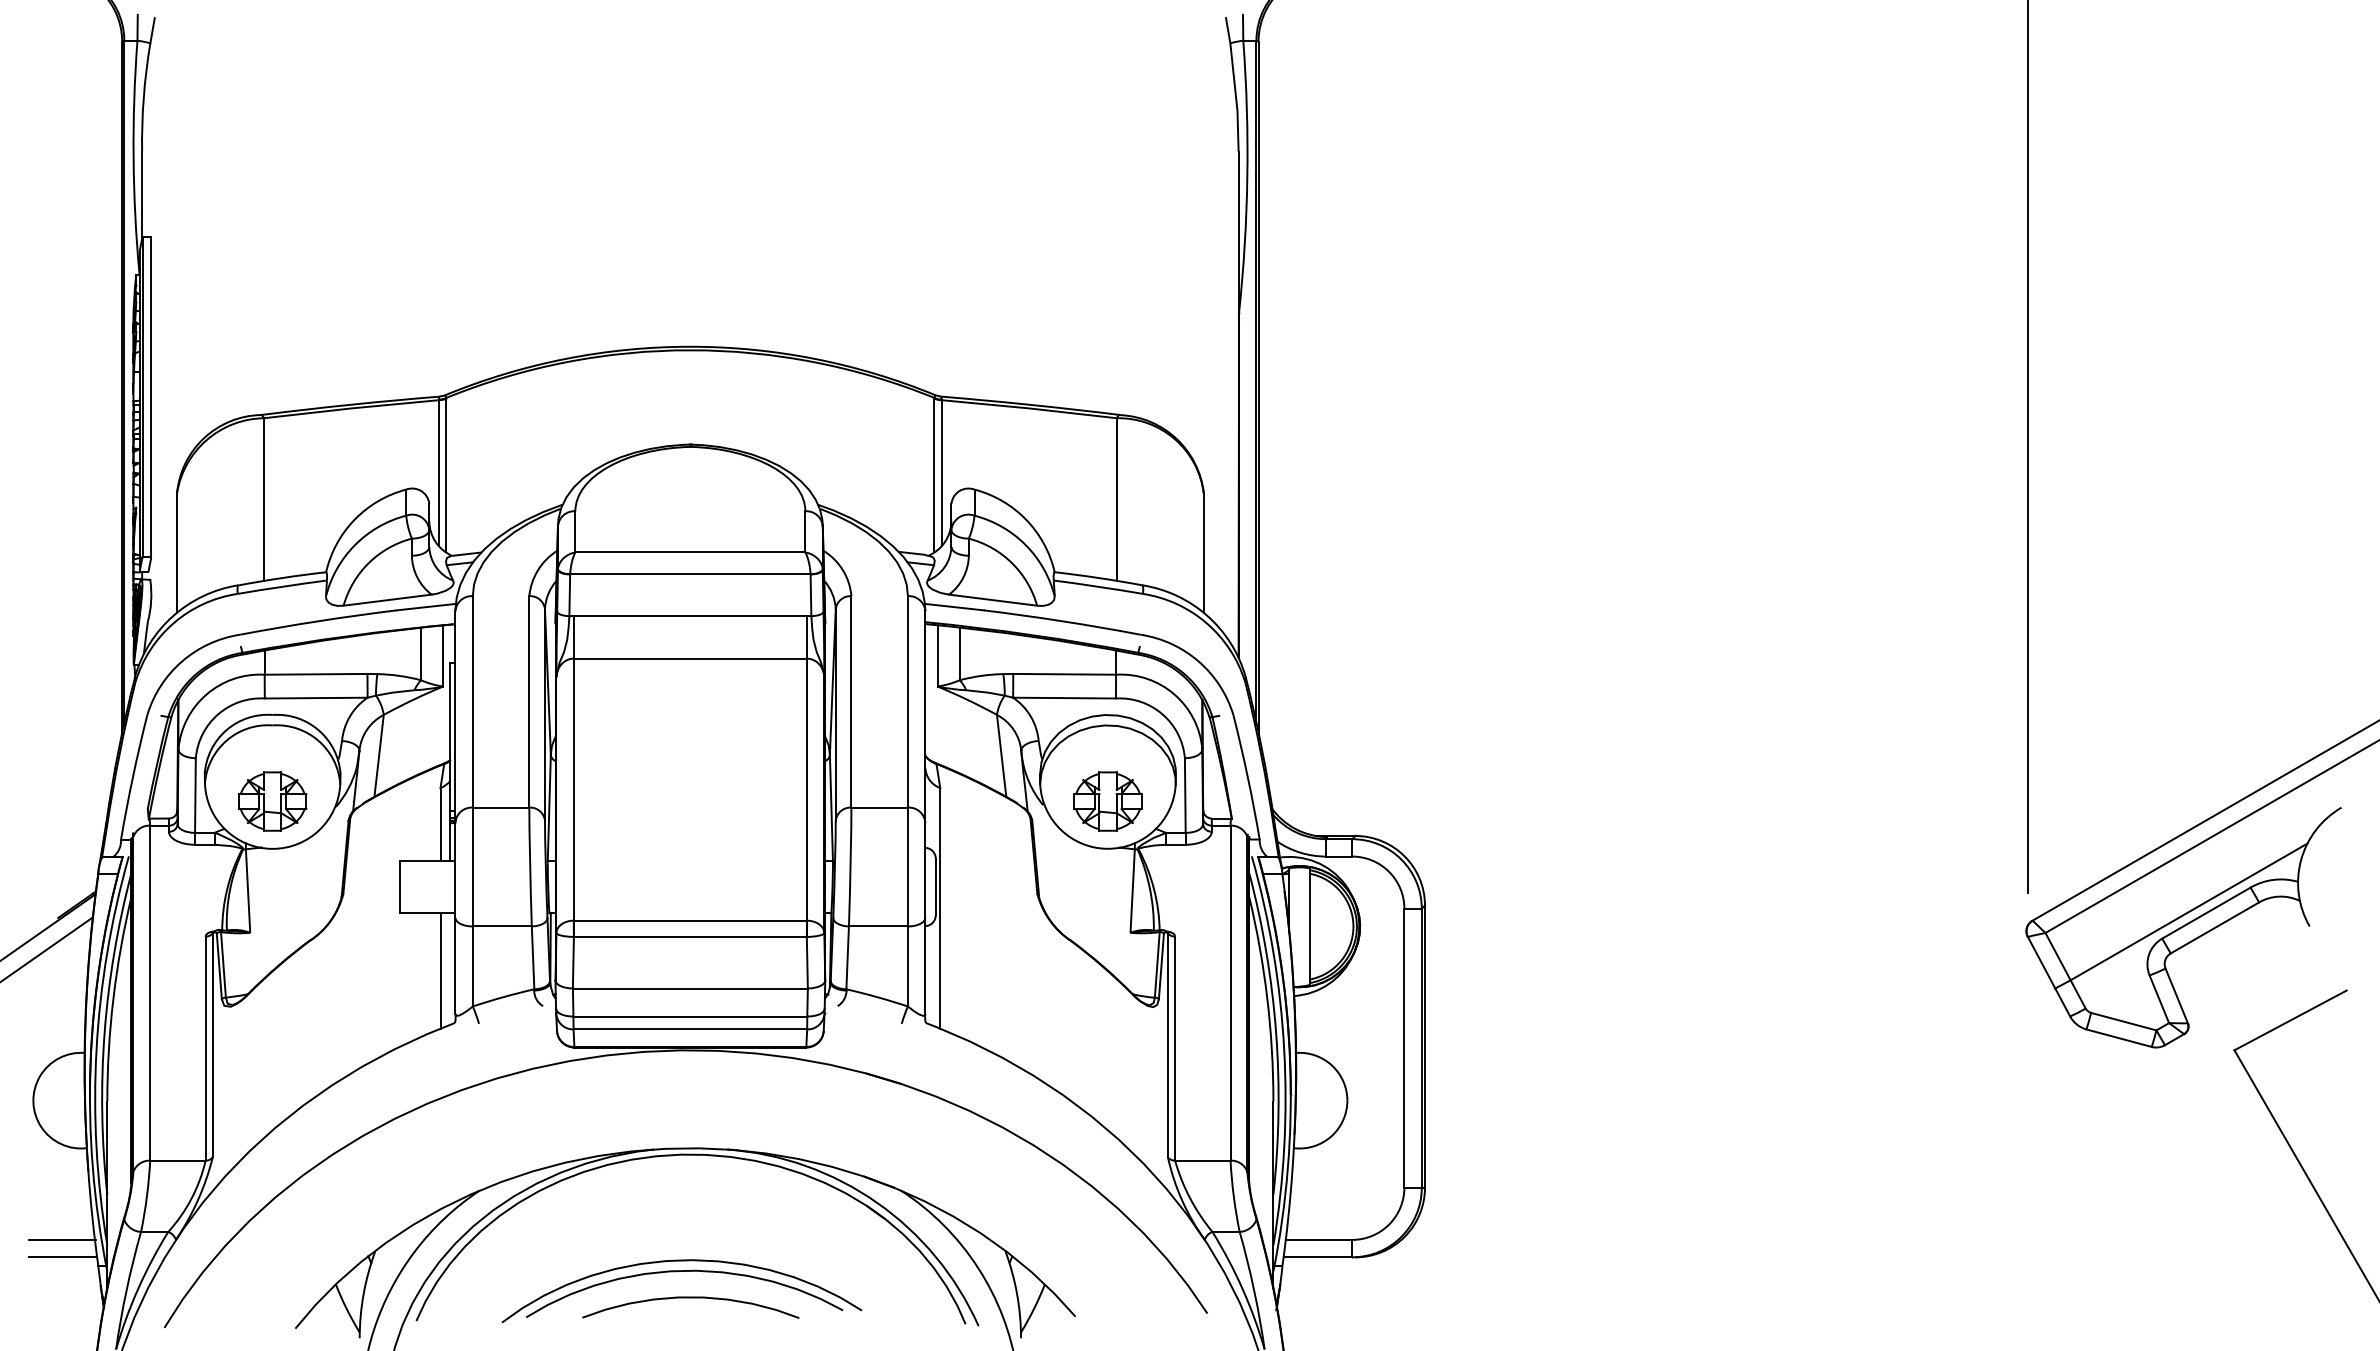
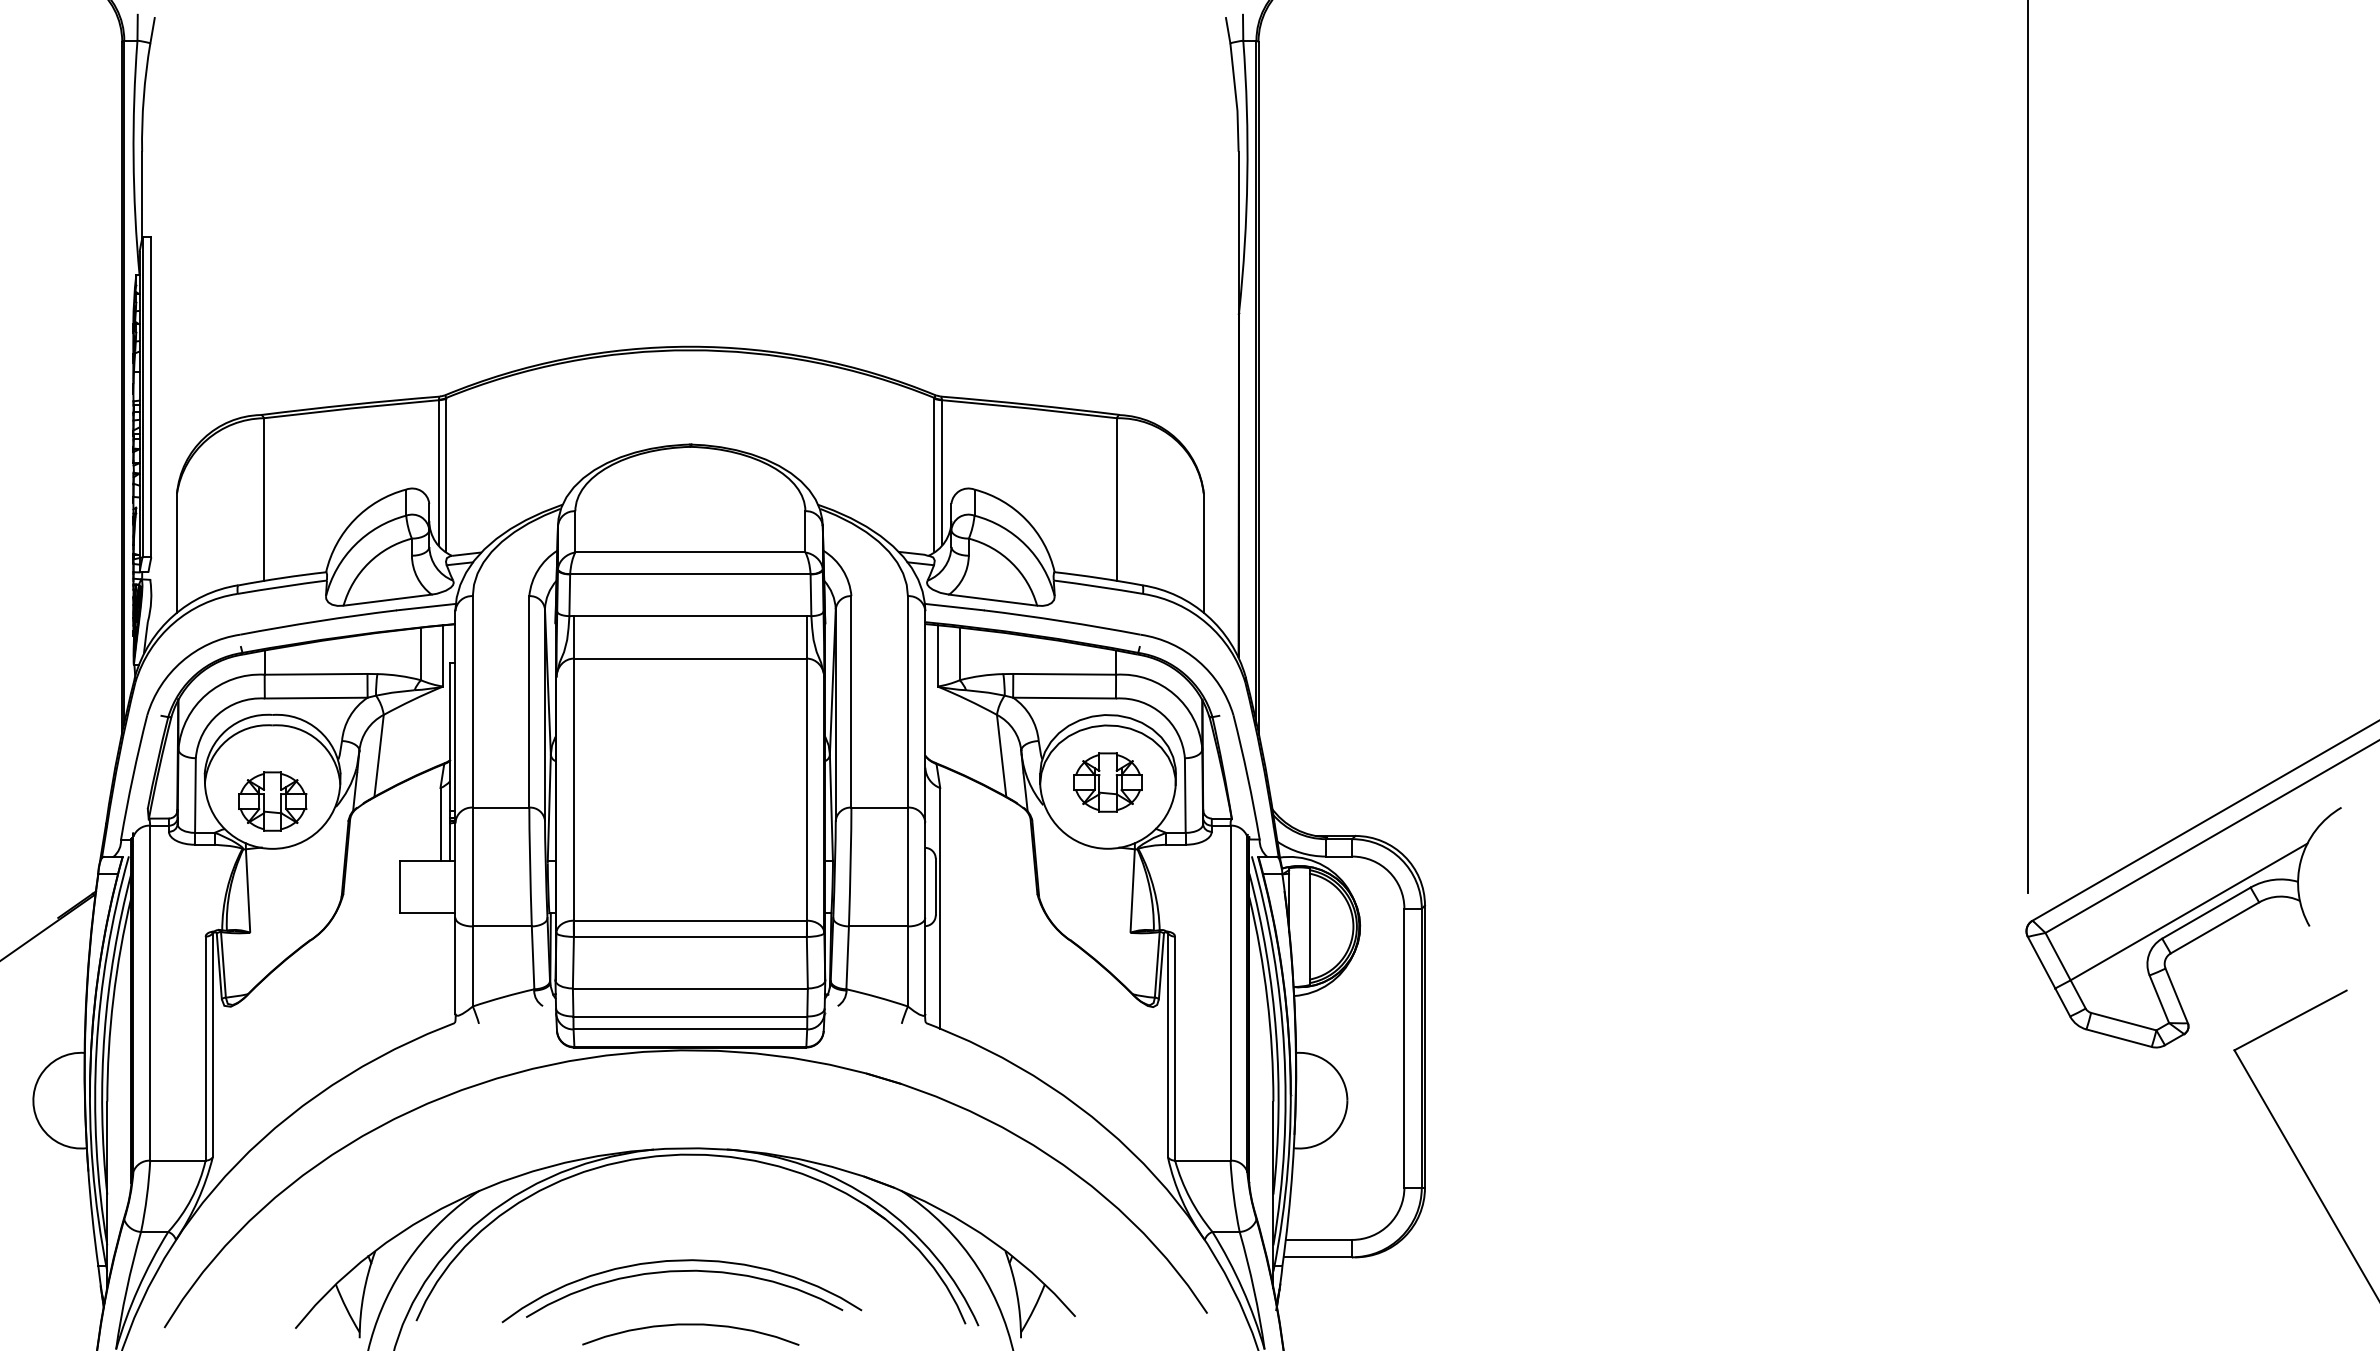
part at (1107, 801) position: (1107, 801) -> (1107, 782)
line at (47, 948): present -> none
line at (440, 970): present -> none
line at (61, 1239): present -> none
line at (62, 1257): present -> none
curve at (690, 1298) position: (690, 1298) -> (690, 1325)
